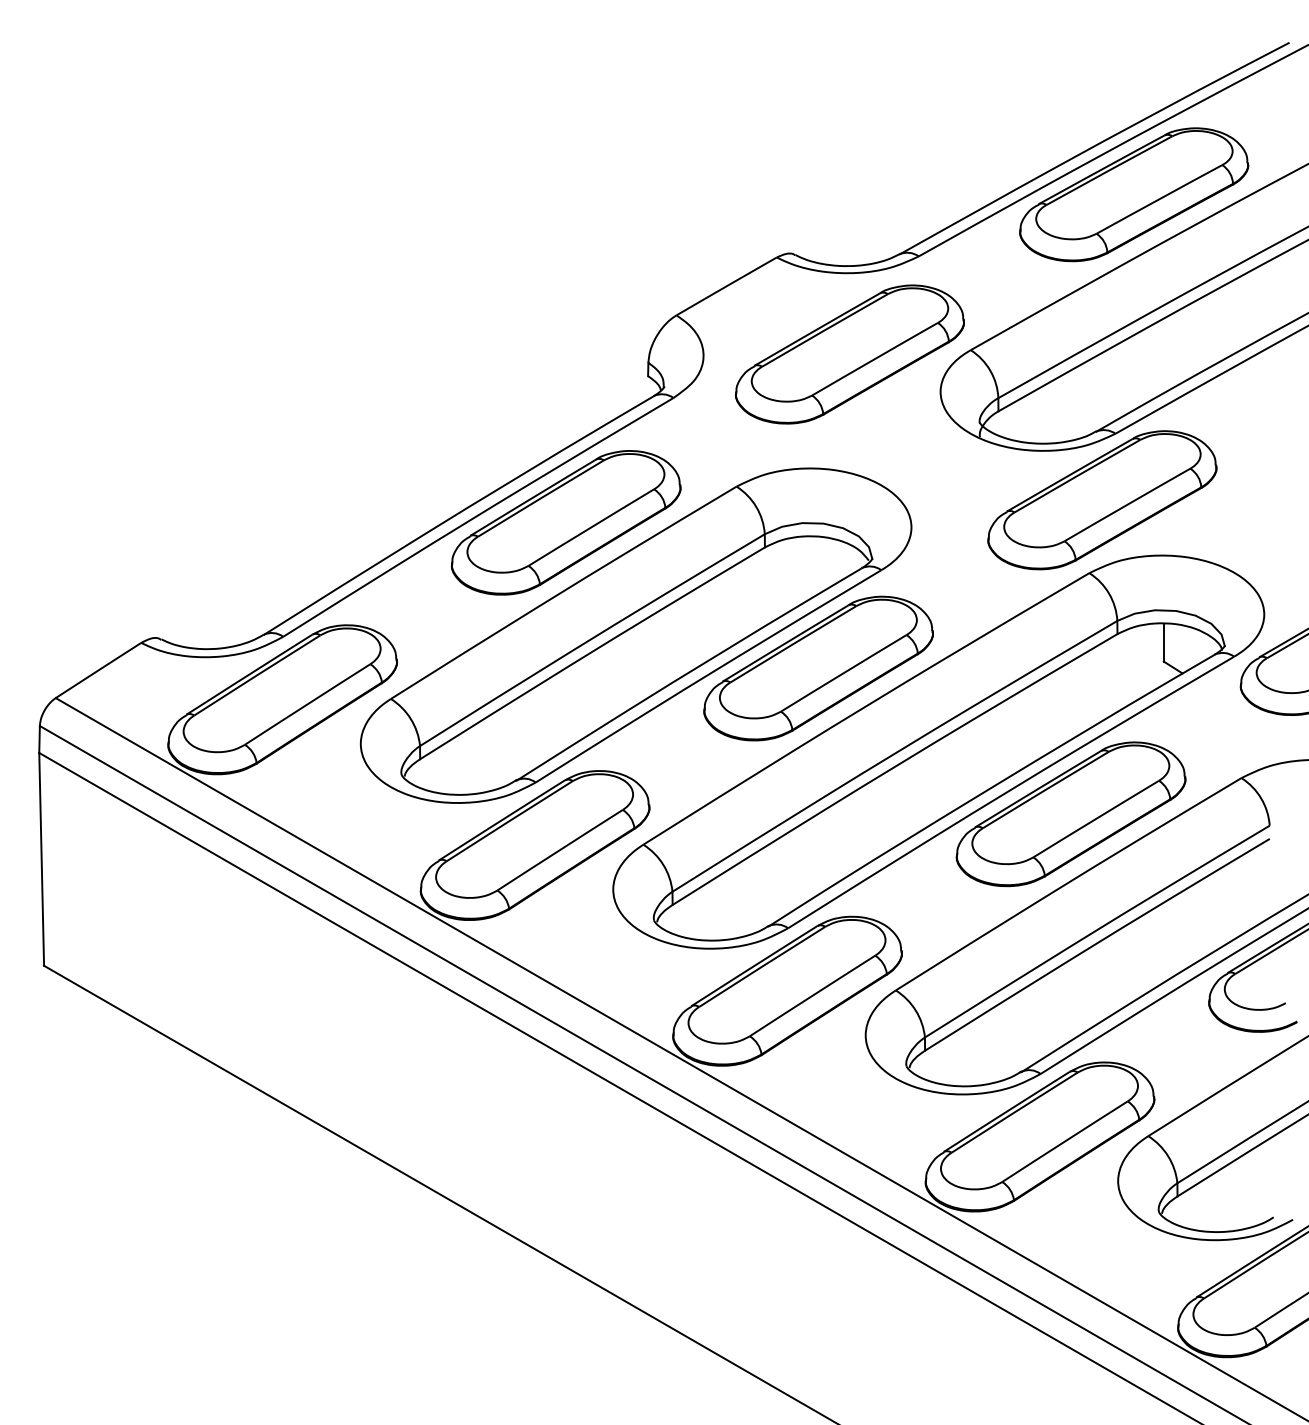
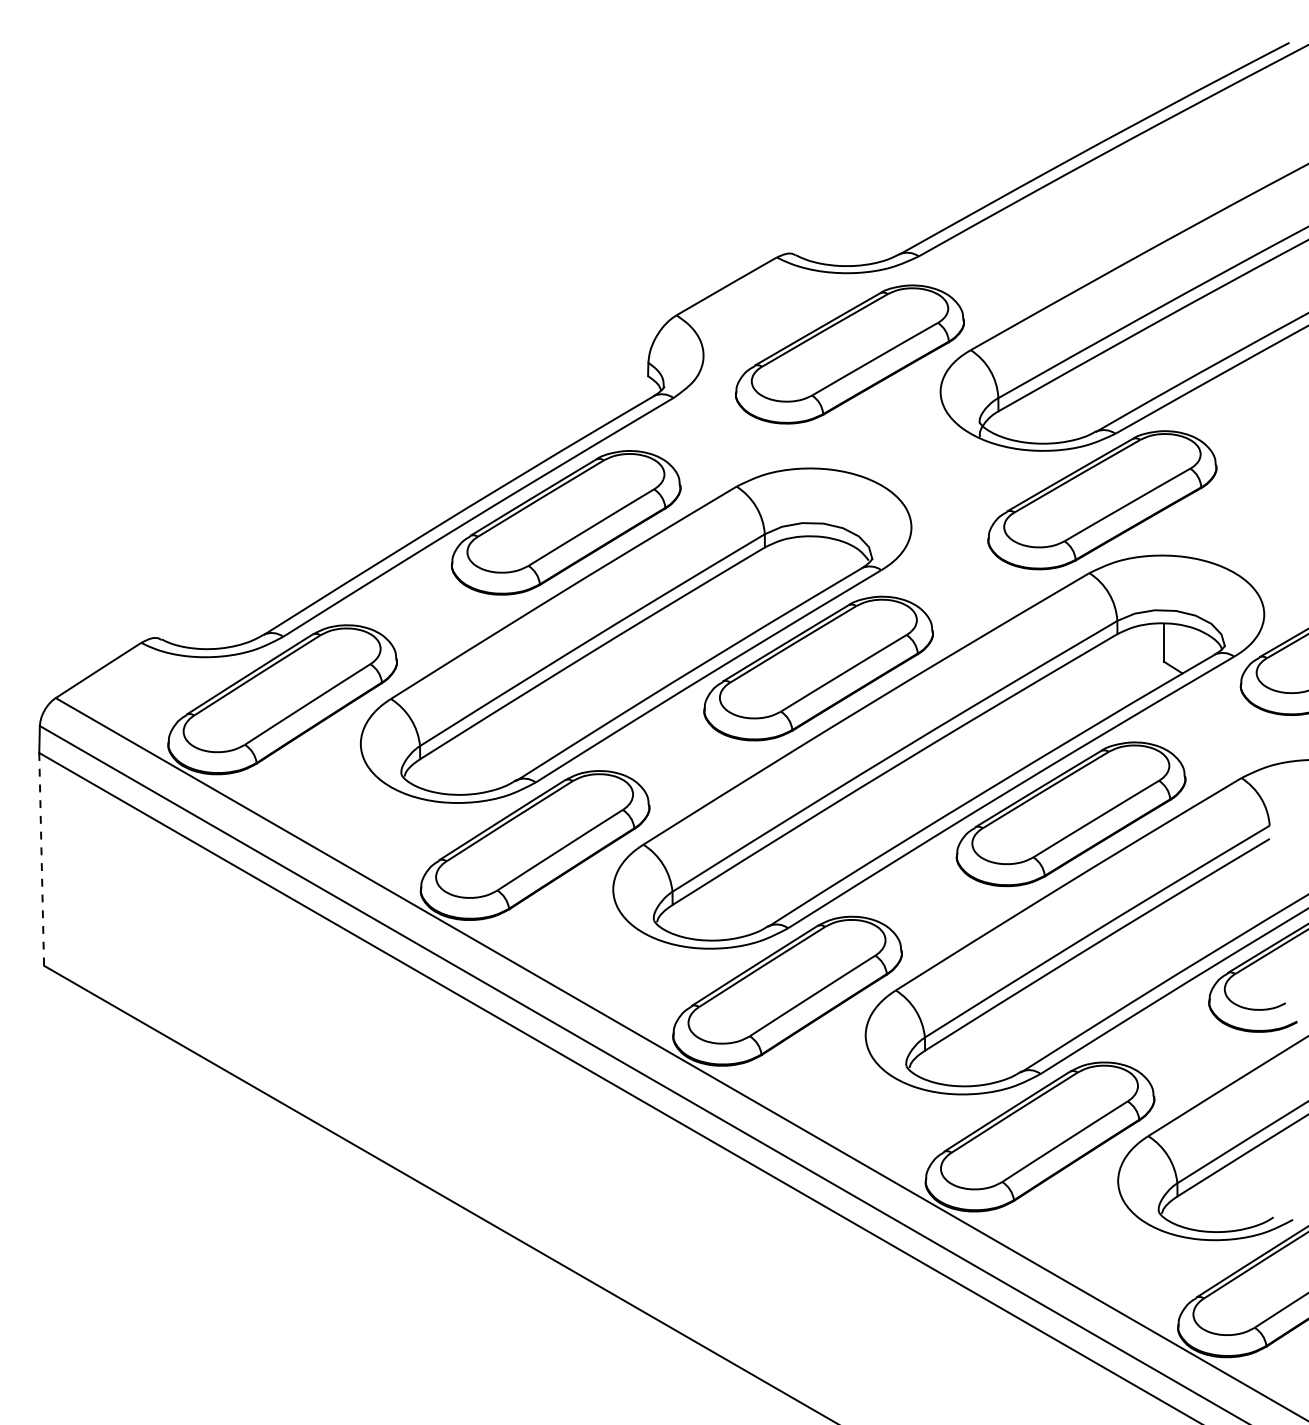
part at (1134, 194): present -> none
line at (41, 859): solid -> dashed
